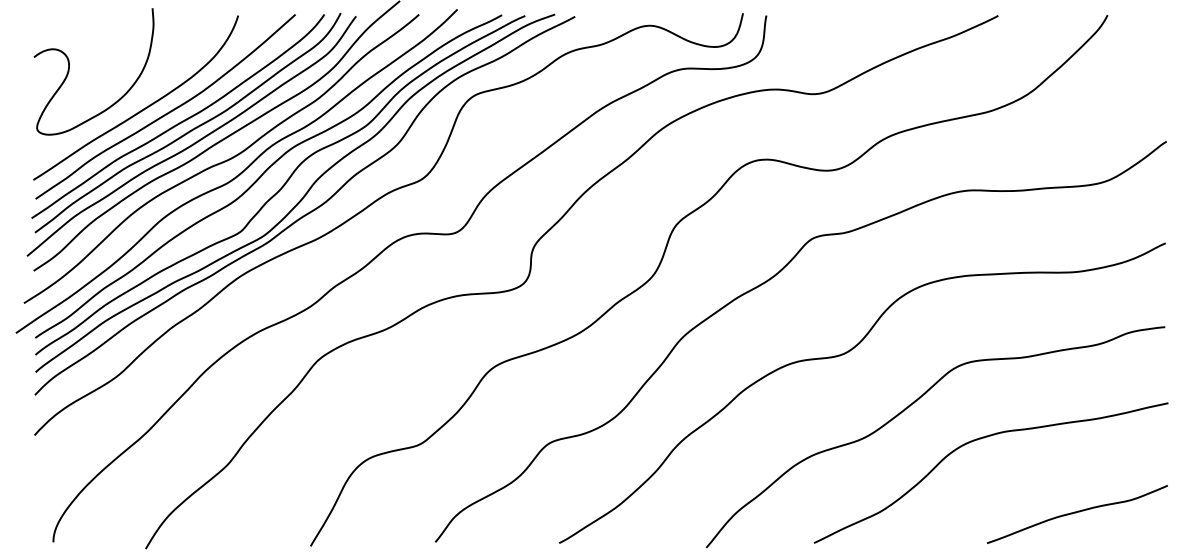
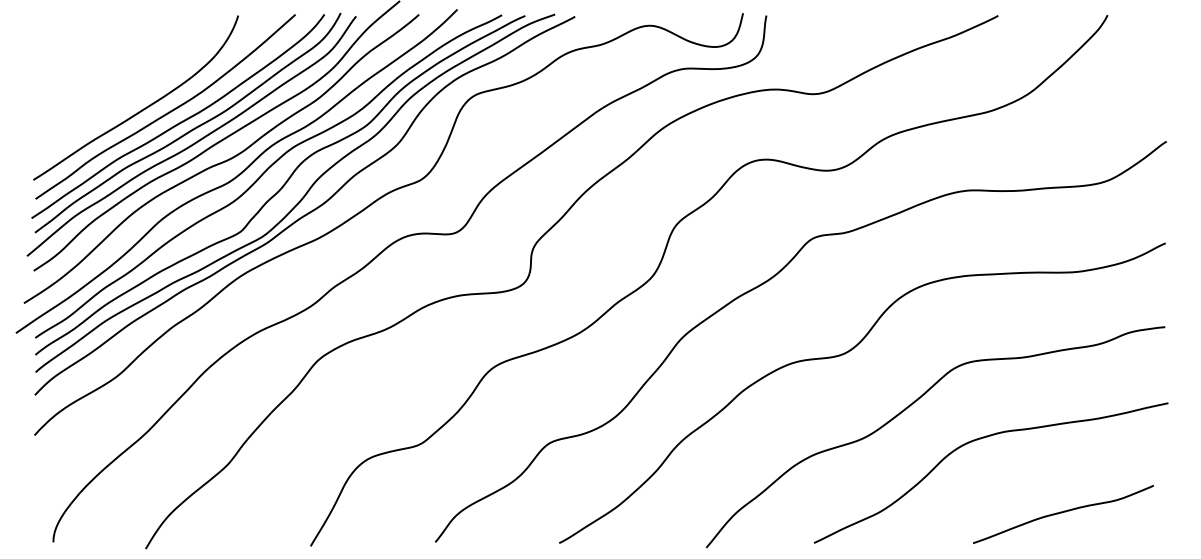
curve at (69, 71): present -> none
curve at (1076, 513) position: (1076, 513) -> (1062, 513)
